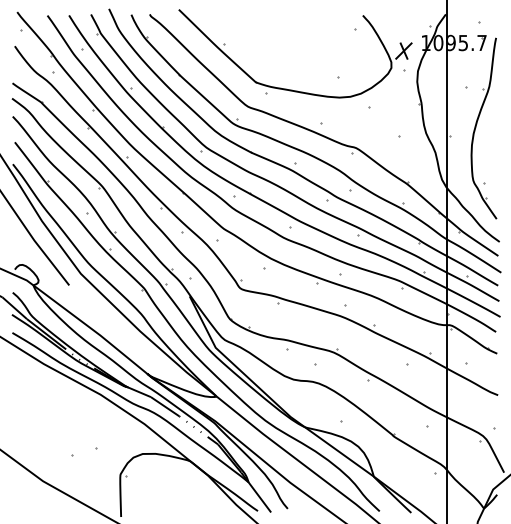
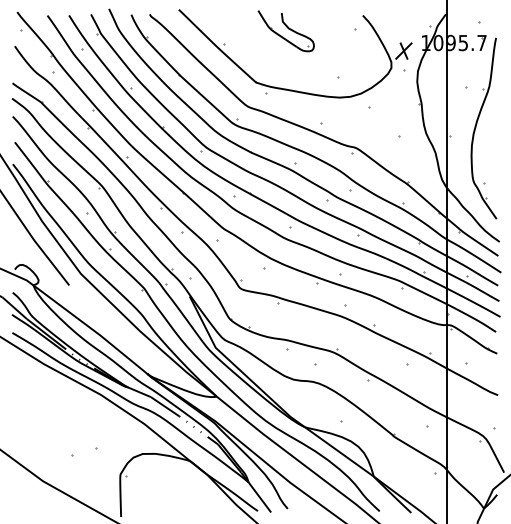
part at (285, 31): none -> present
